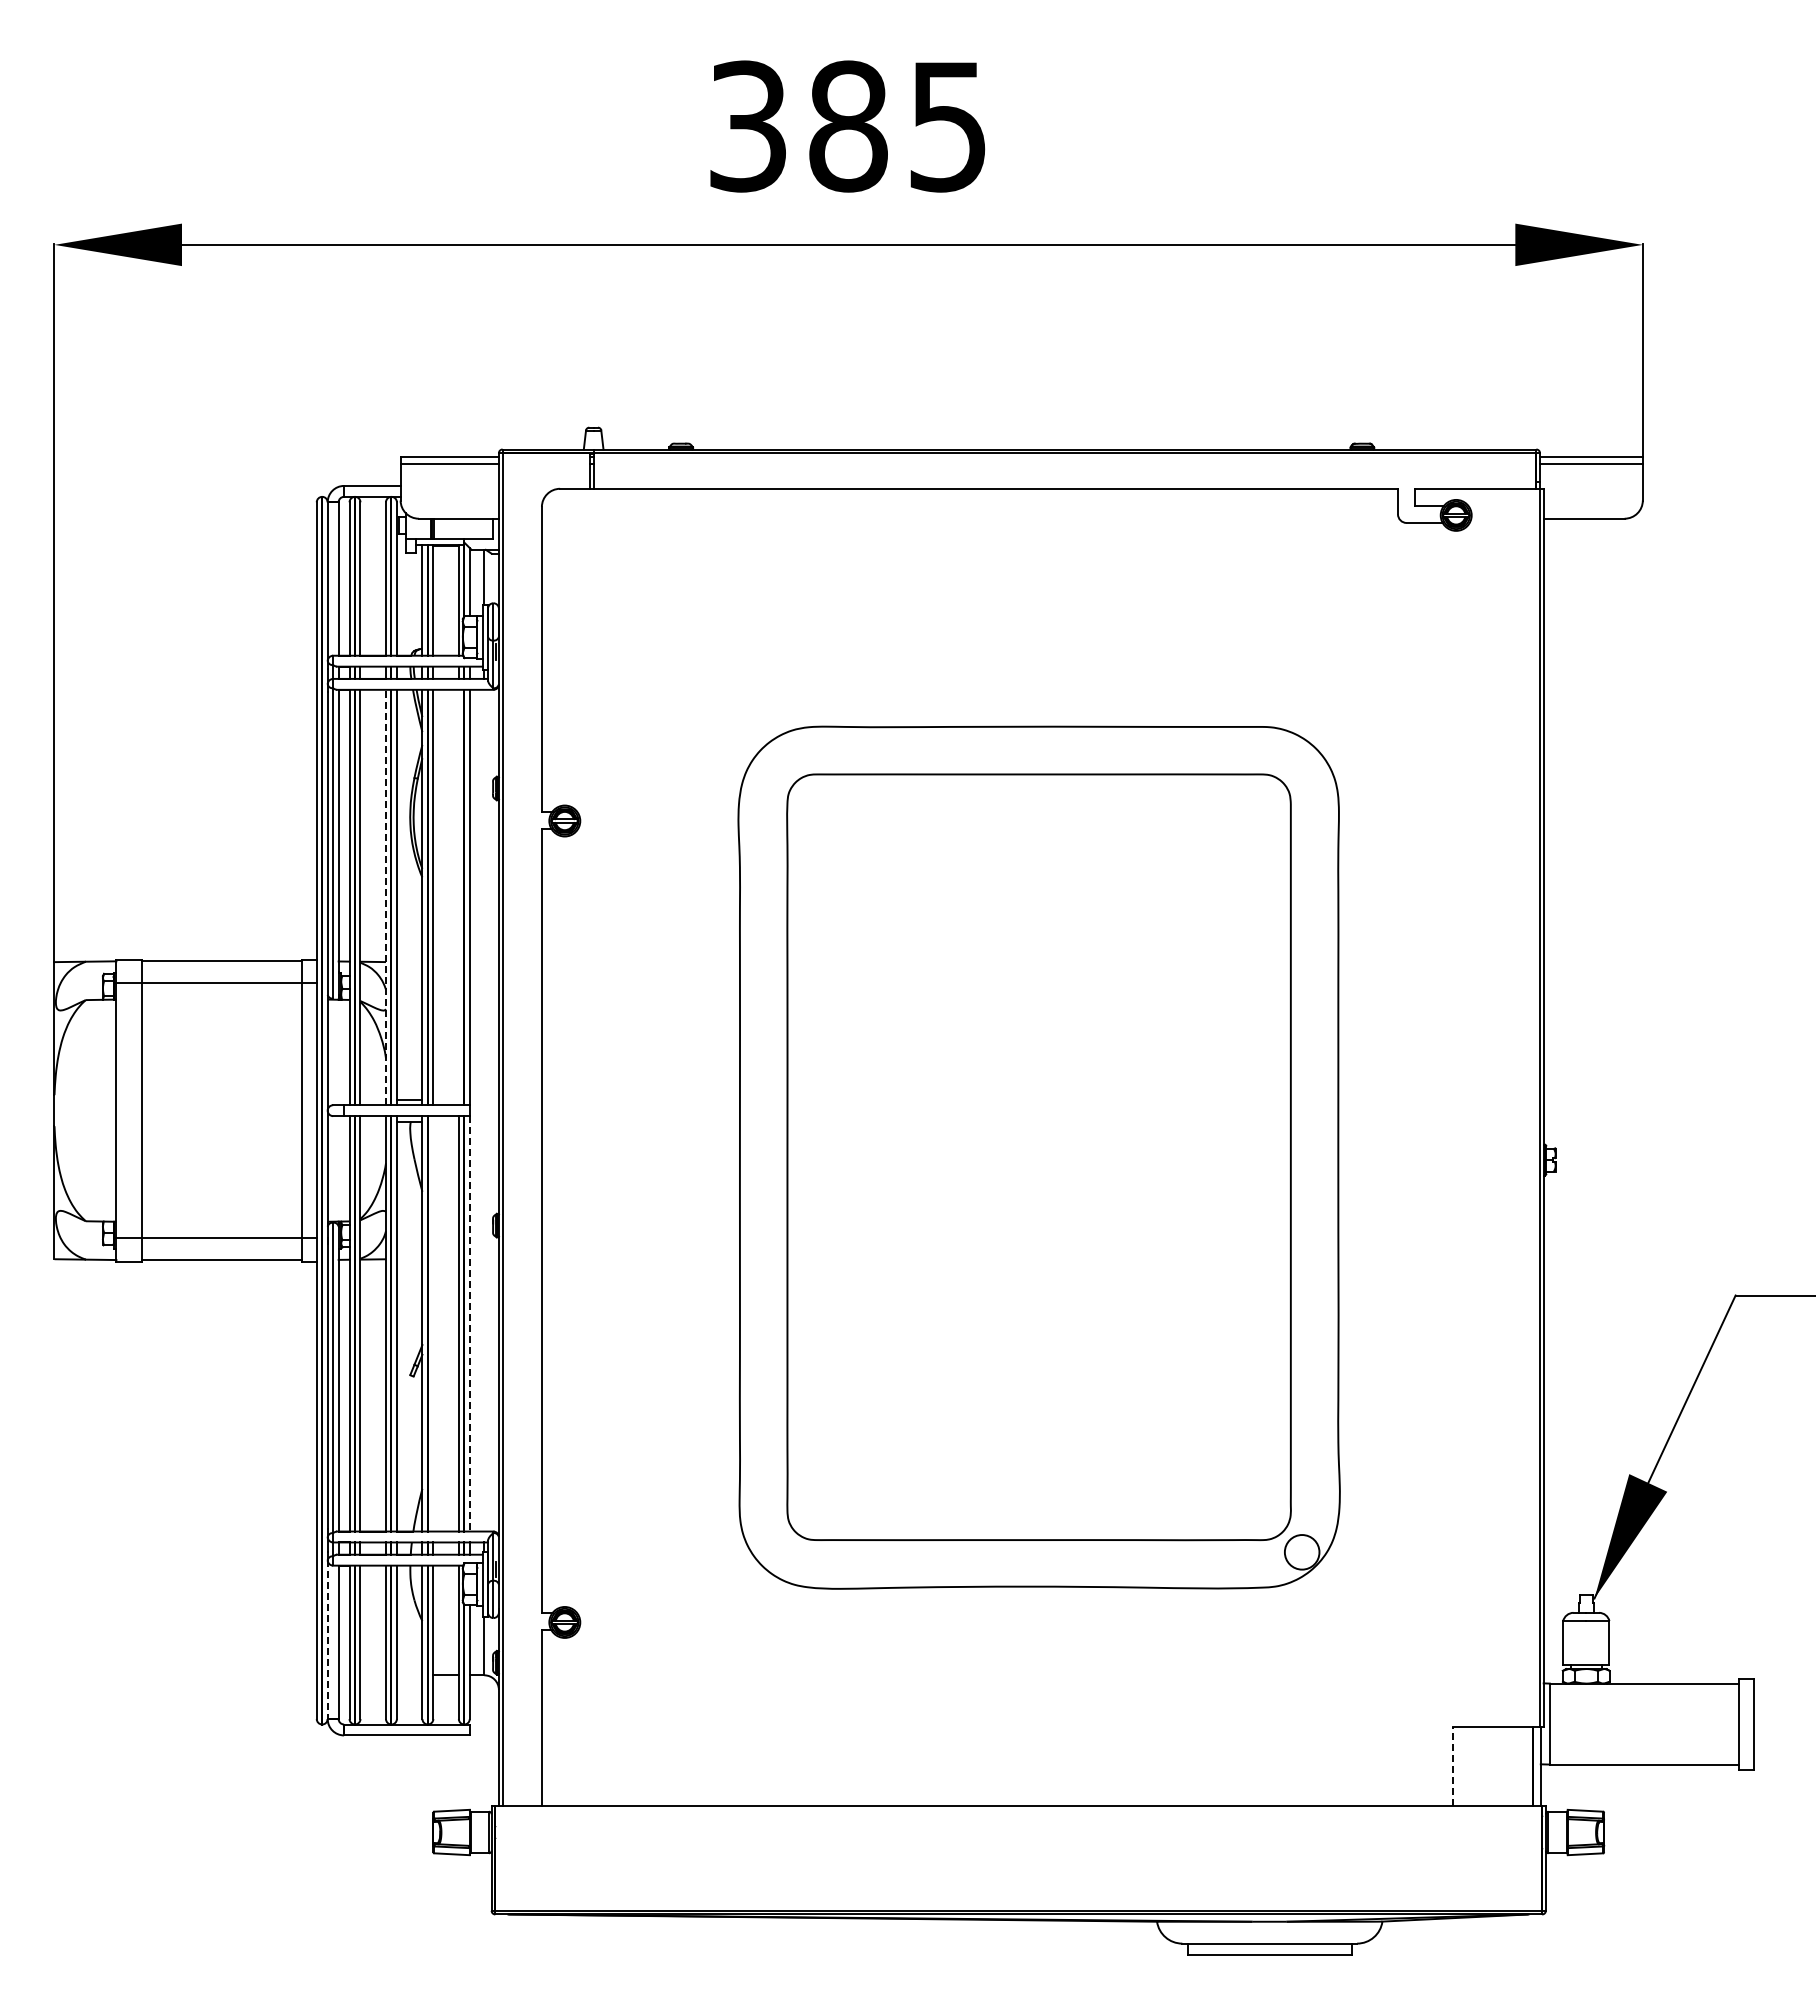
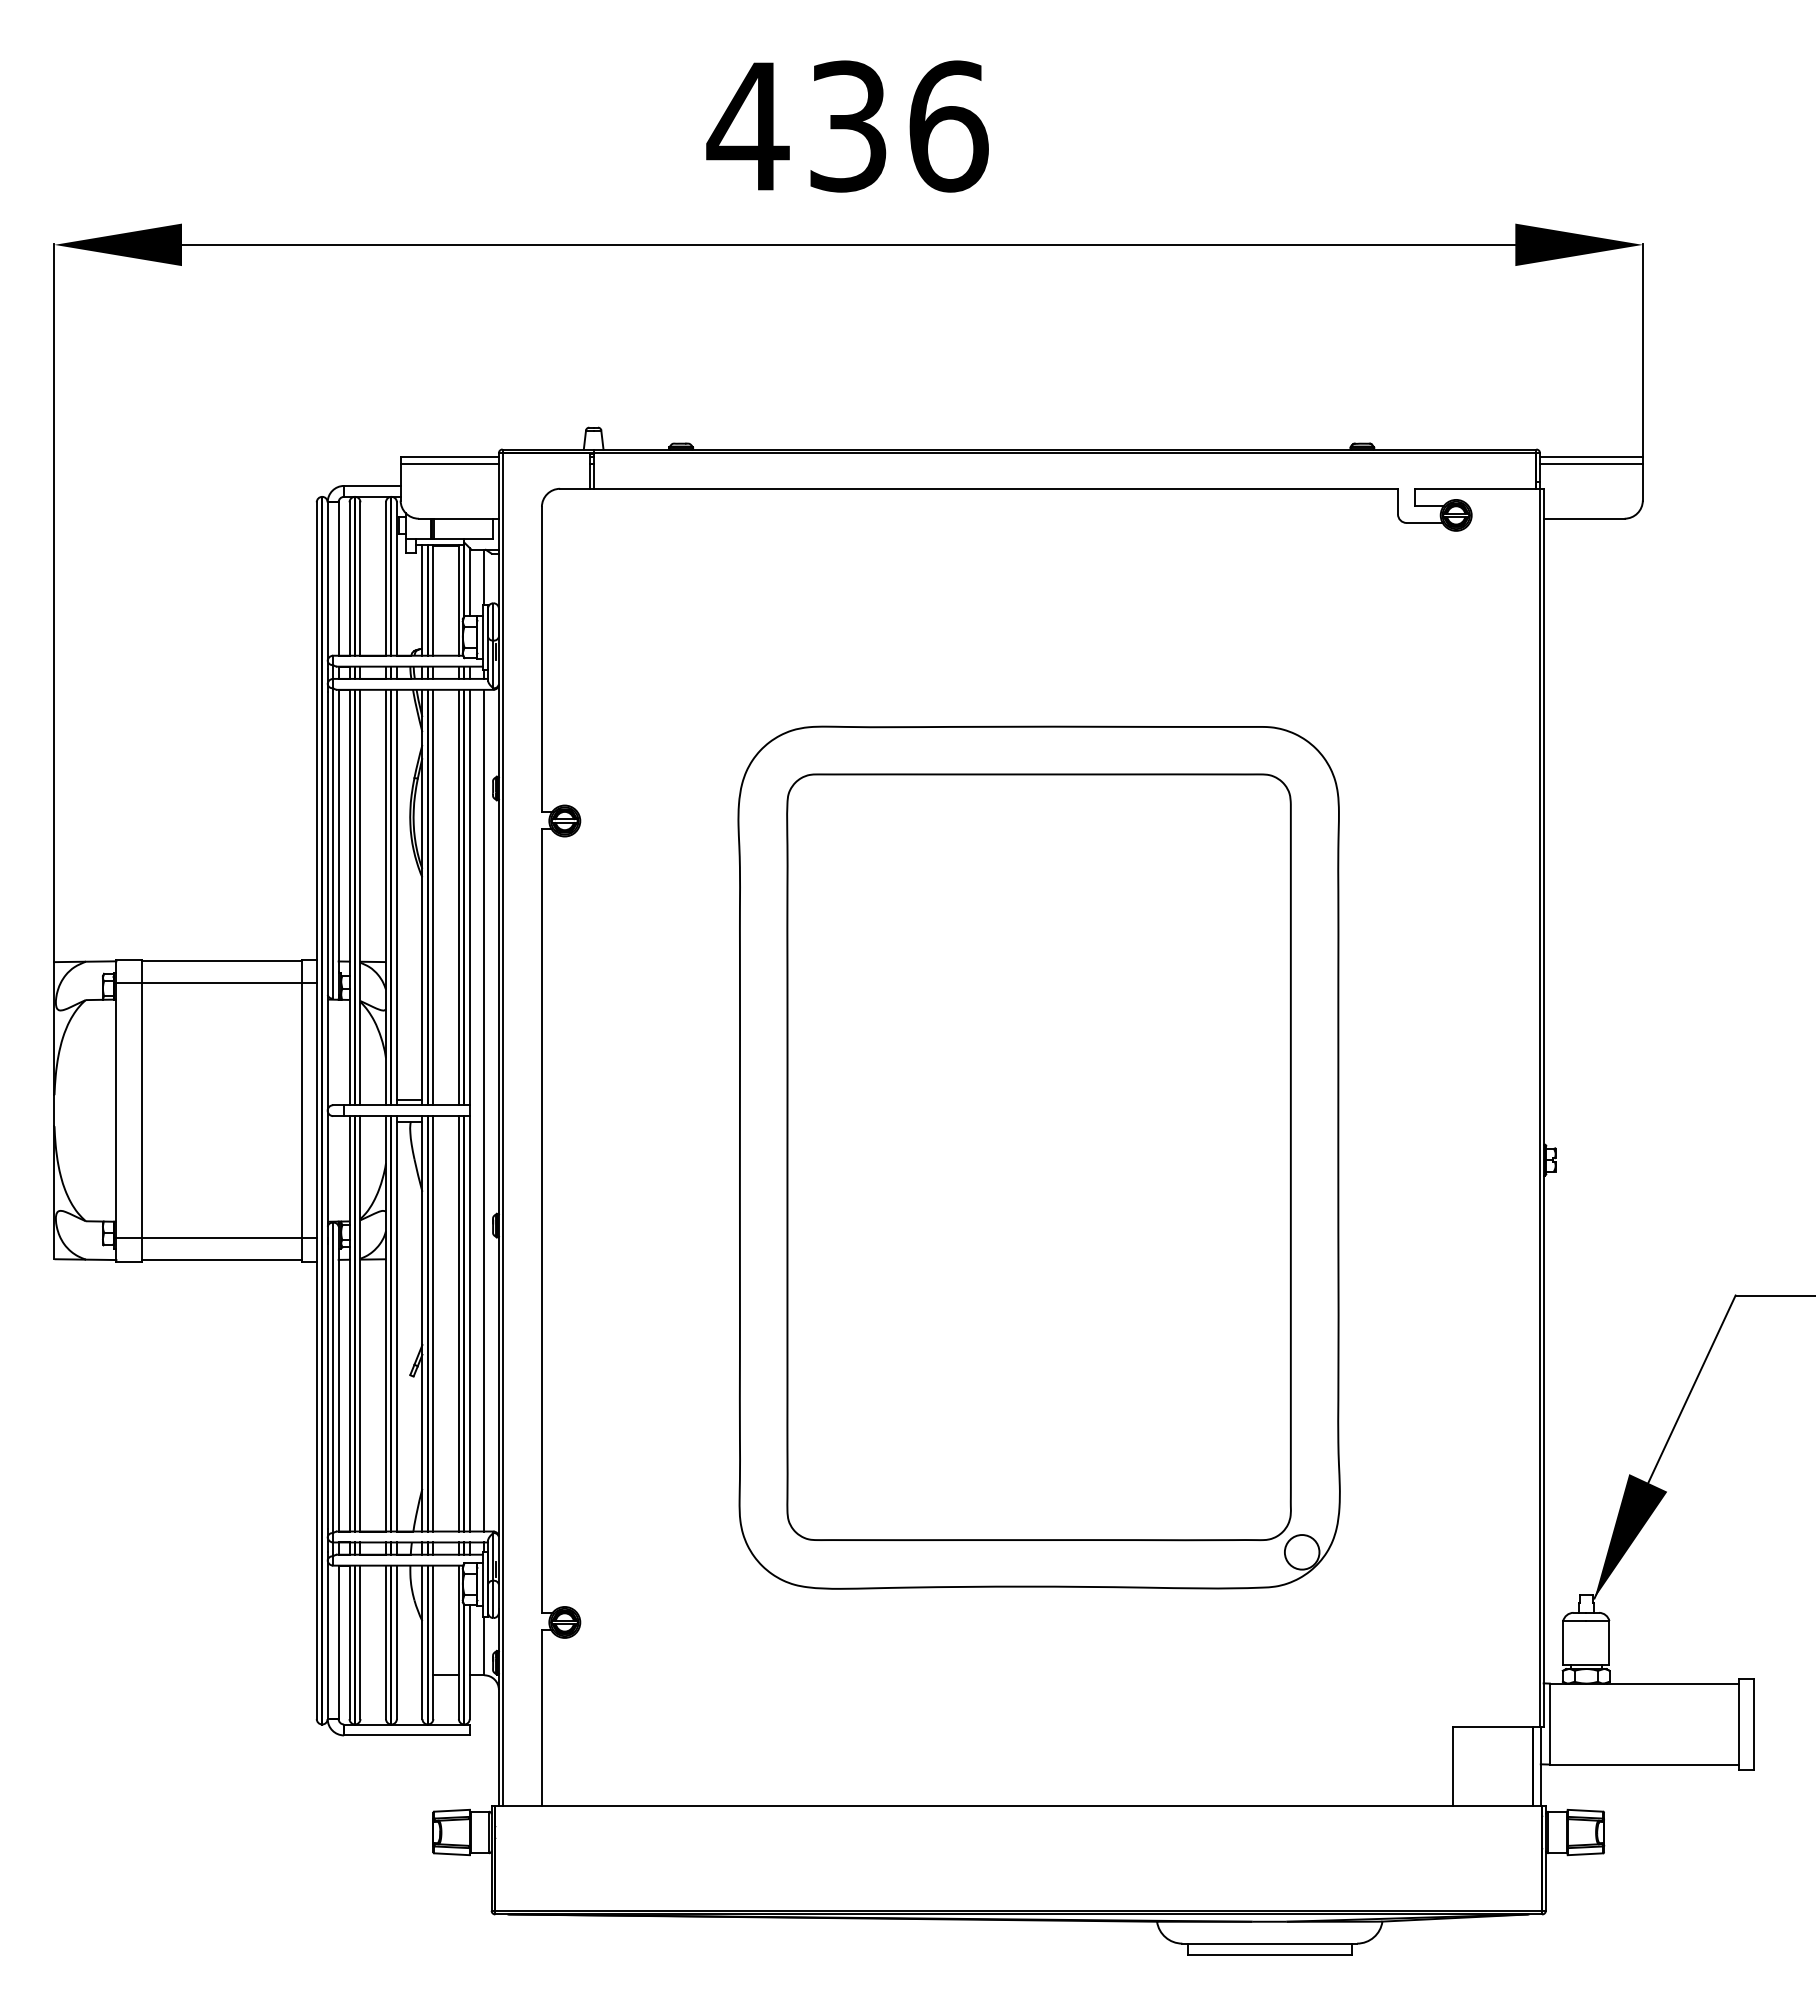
text at (847, 126): 385 -> 436
line at (385, 897): dashed -> solid
line at (458, 897): none -> present
line at (484, 1110): none -> present
line at (433, 1323): none -> present
line at (469, 1323): dashed -> solid
line at (327, 1640): dashed -> solid
line at (1452, 1766): dashed -> solid
